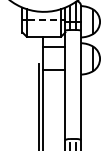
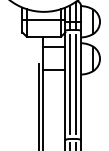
line at (43, 20): dashed -> solid
line at (70, 84): none -> present
line at (76, 84): none -> present
